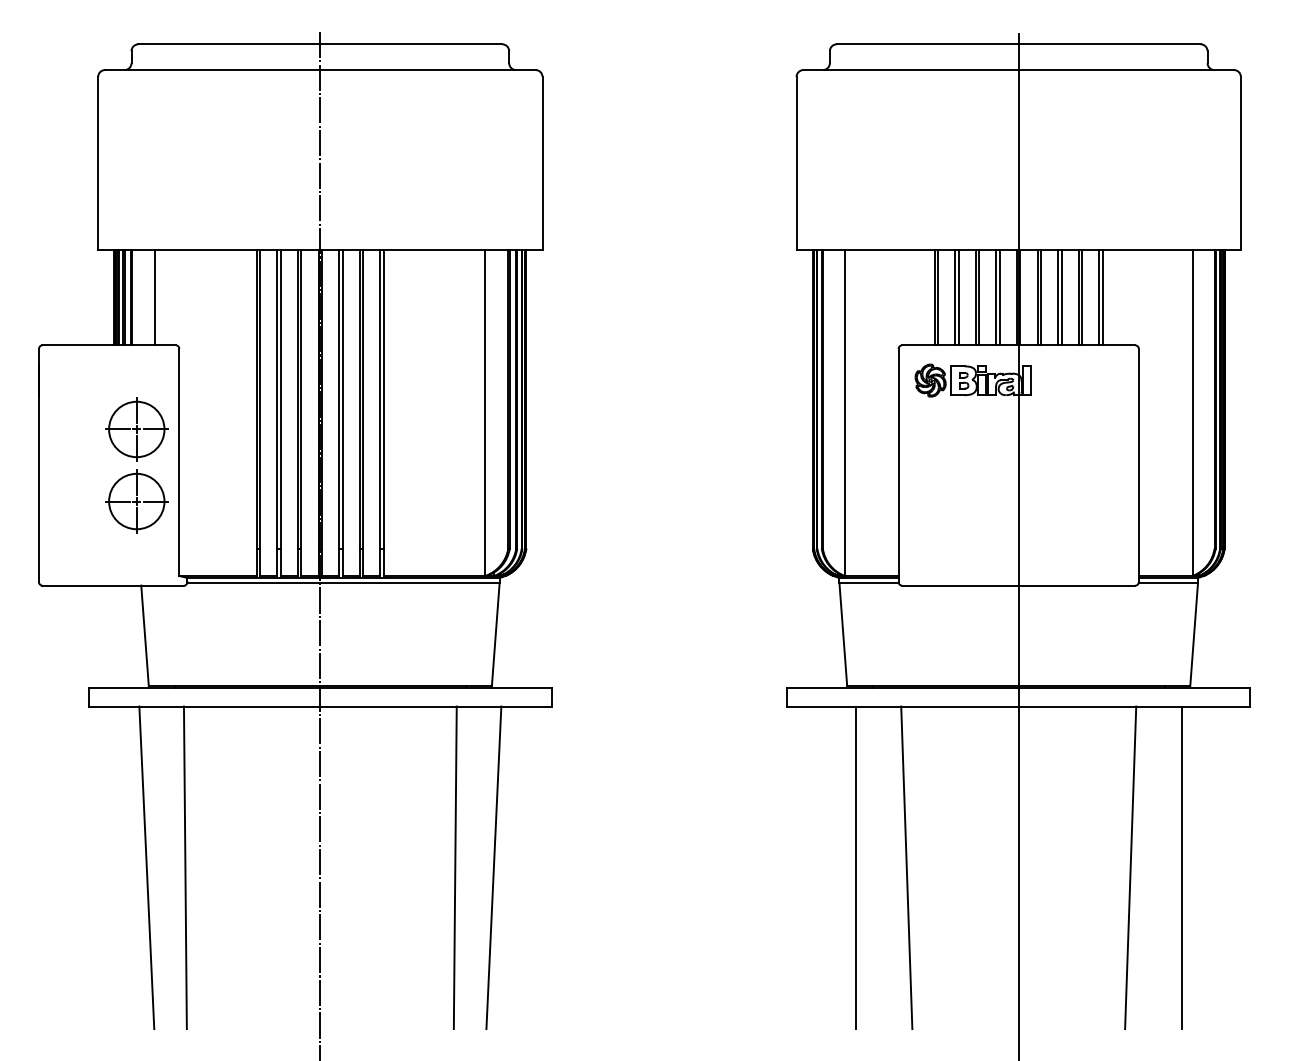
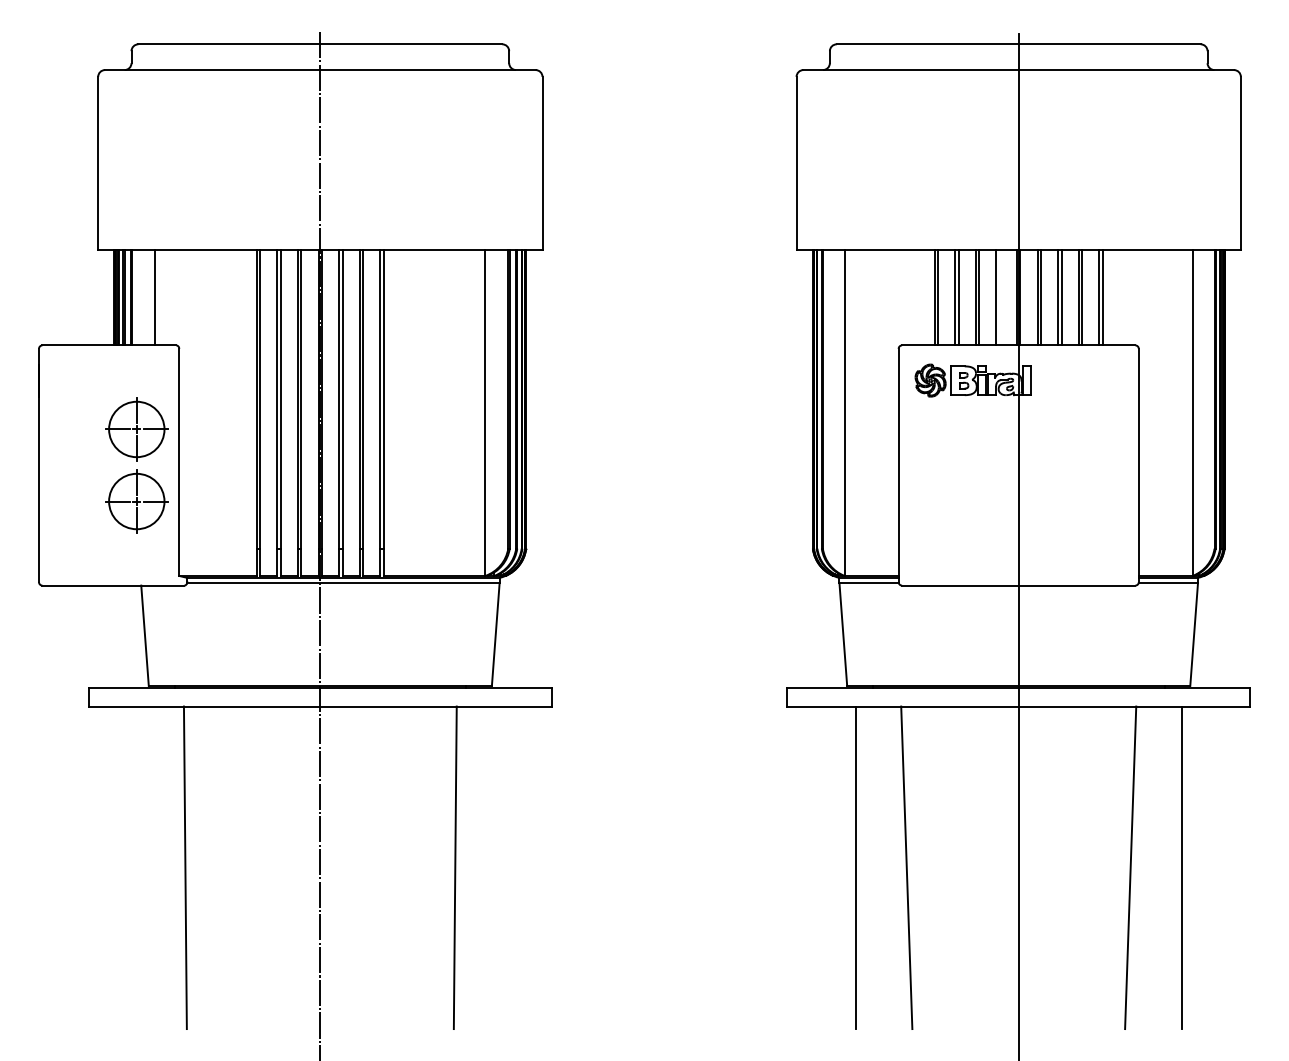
line at (999, 297): present -> none
line at (146, 867): present -> none
line at (493, 867): present -> none
